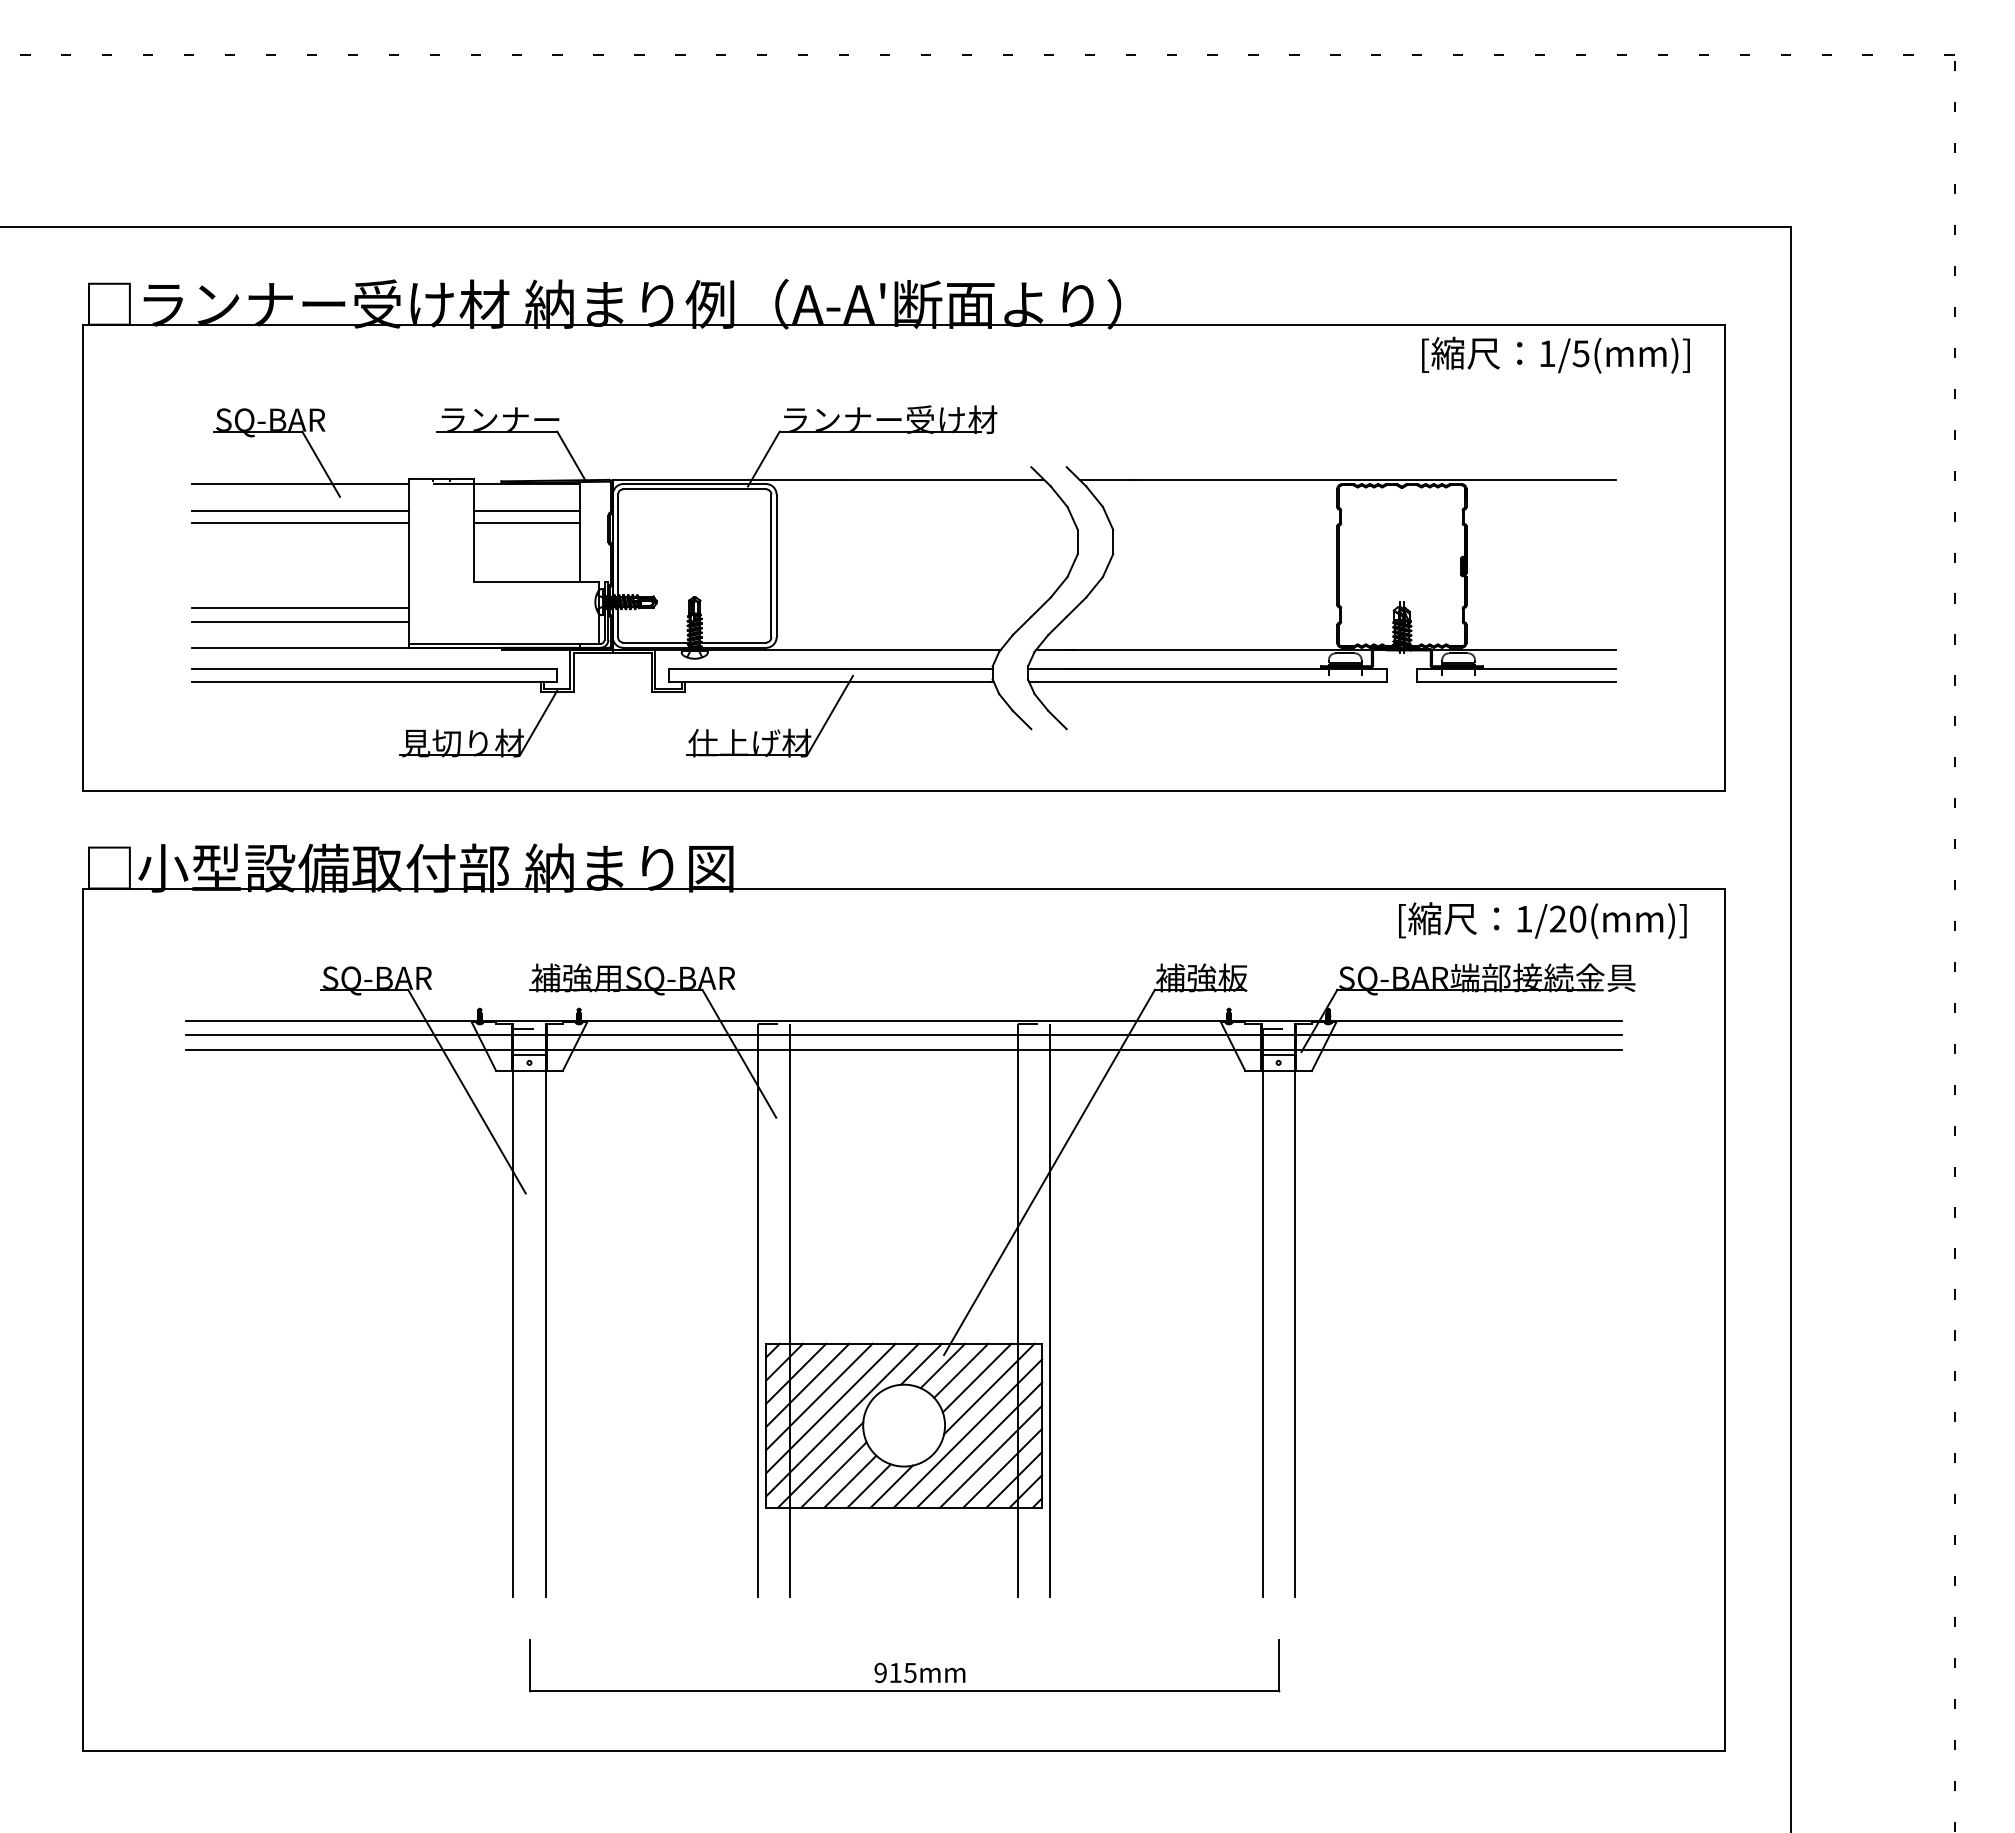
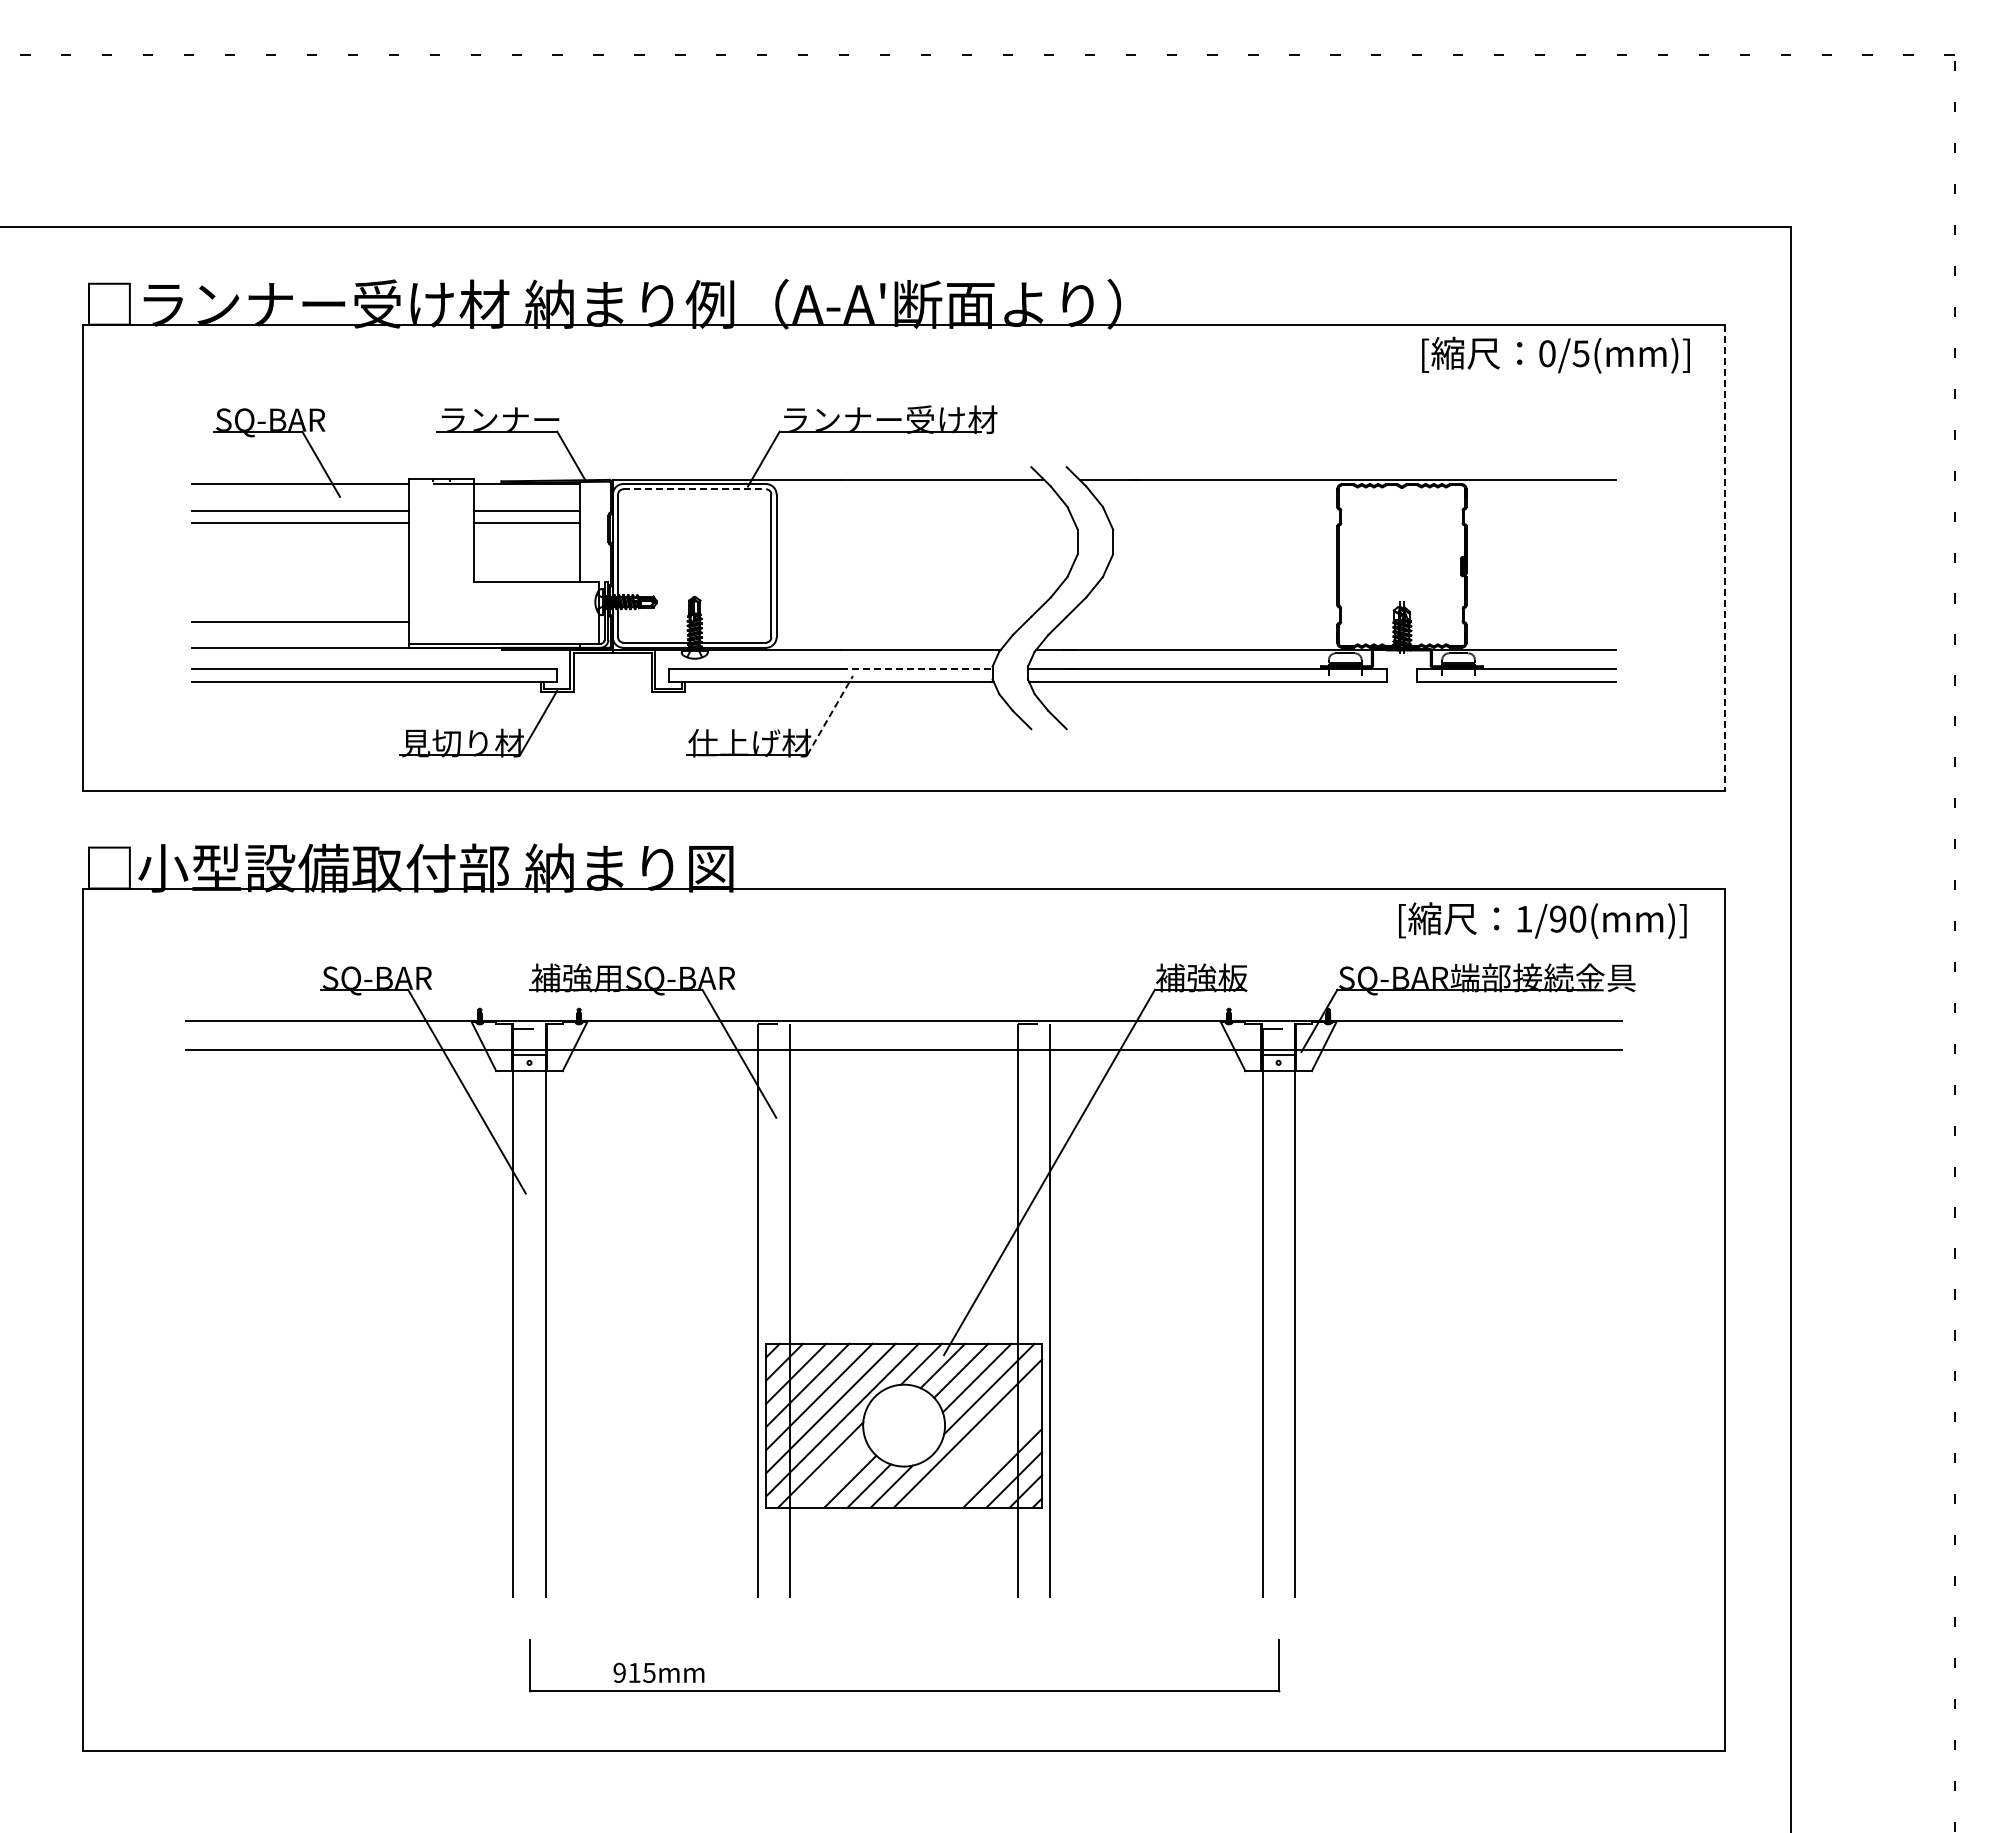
text at (1547, 353): 1/5(mm)] -> 0/5(mm)]
line at (695, 489): solid -> dashed
line at (1725, 557): solid -> dashed
line at (299, 608): present -> none
line at (917, 669): solid -> dashed
line at (830, 715): solid -> dashed
text at (1558, 919): 1/20(mm)] -> 1/90(mm)]
line at (903, 1035): present -> none
line at (979, 1444): present -> none
line at (991, 1456): present -> none
line at (833, 1474): present -> none
text at (919, 1672) position: (919, 1672) -> (658, 1672)
